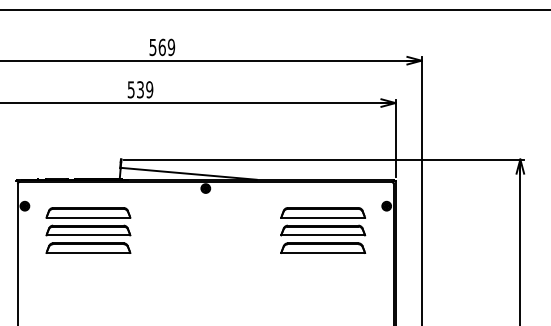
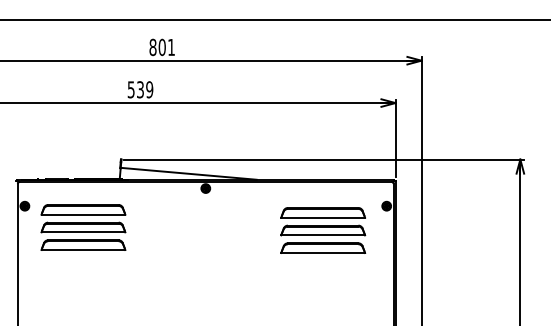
line at (274, 9) position: (274, 9) -> (274, 19)
text at (162, 47): 569 -> 801
part at (88, 230) position: (88, 230) -> (83, 227)
